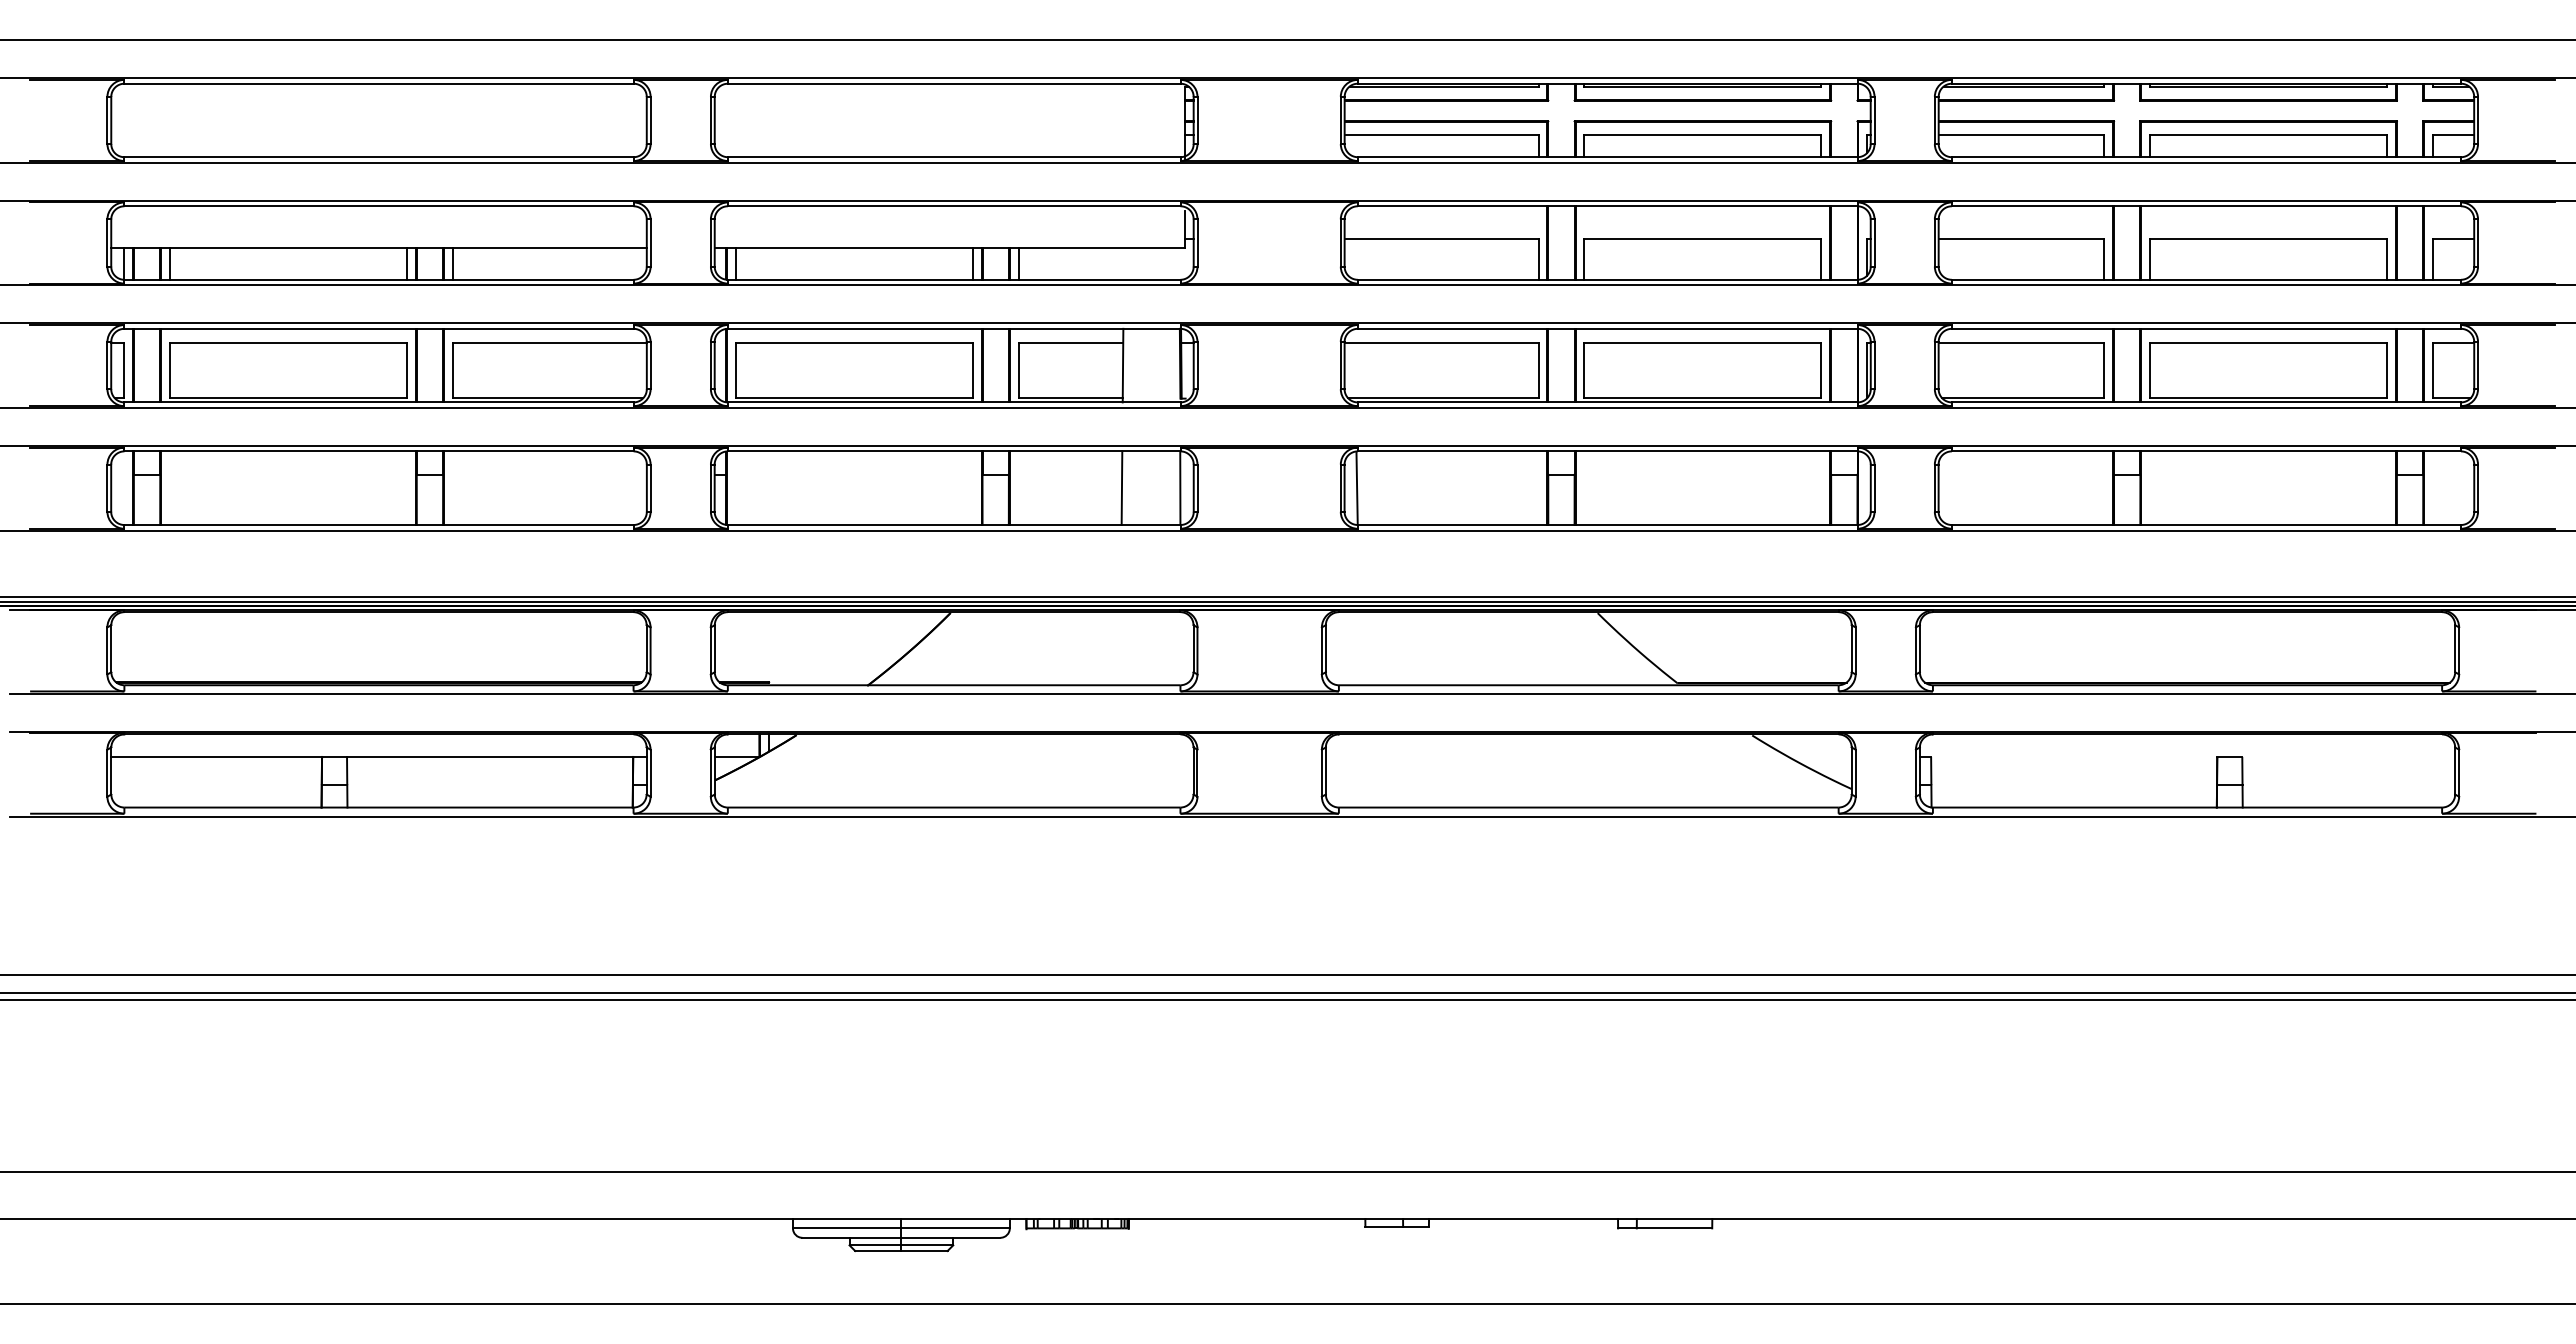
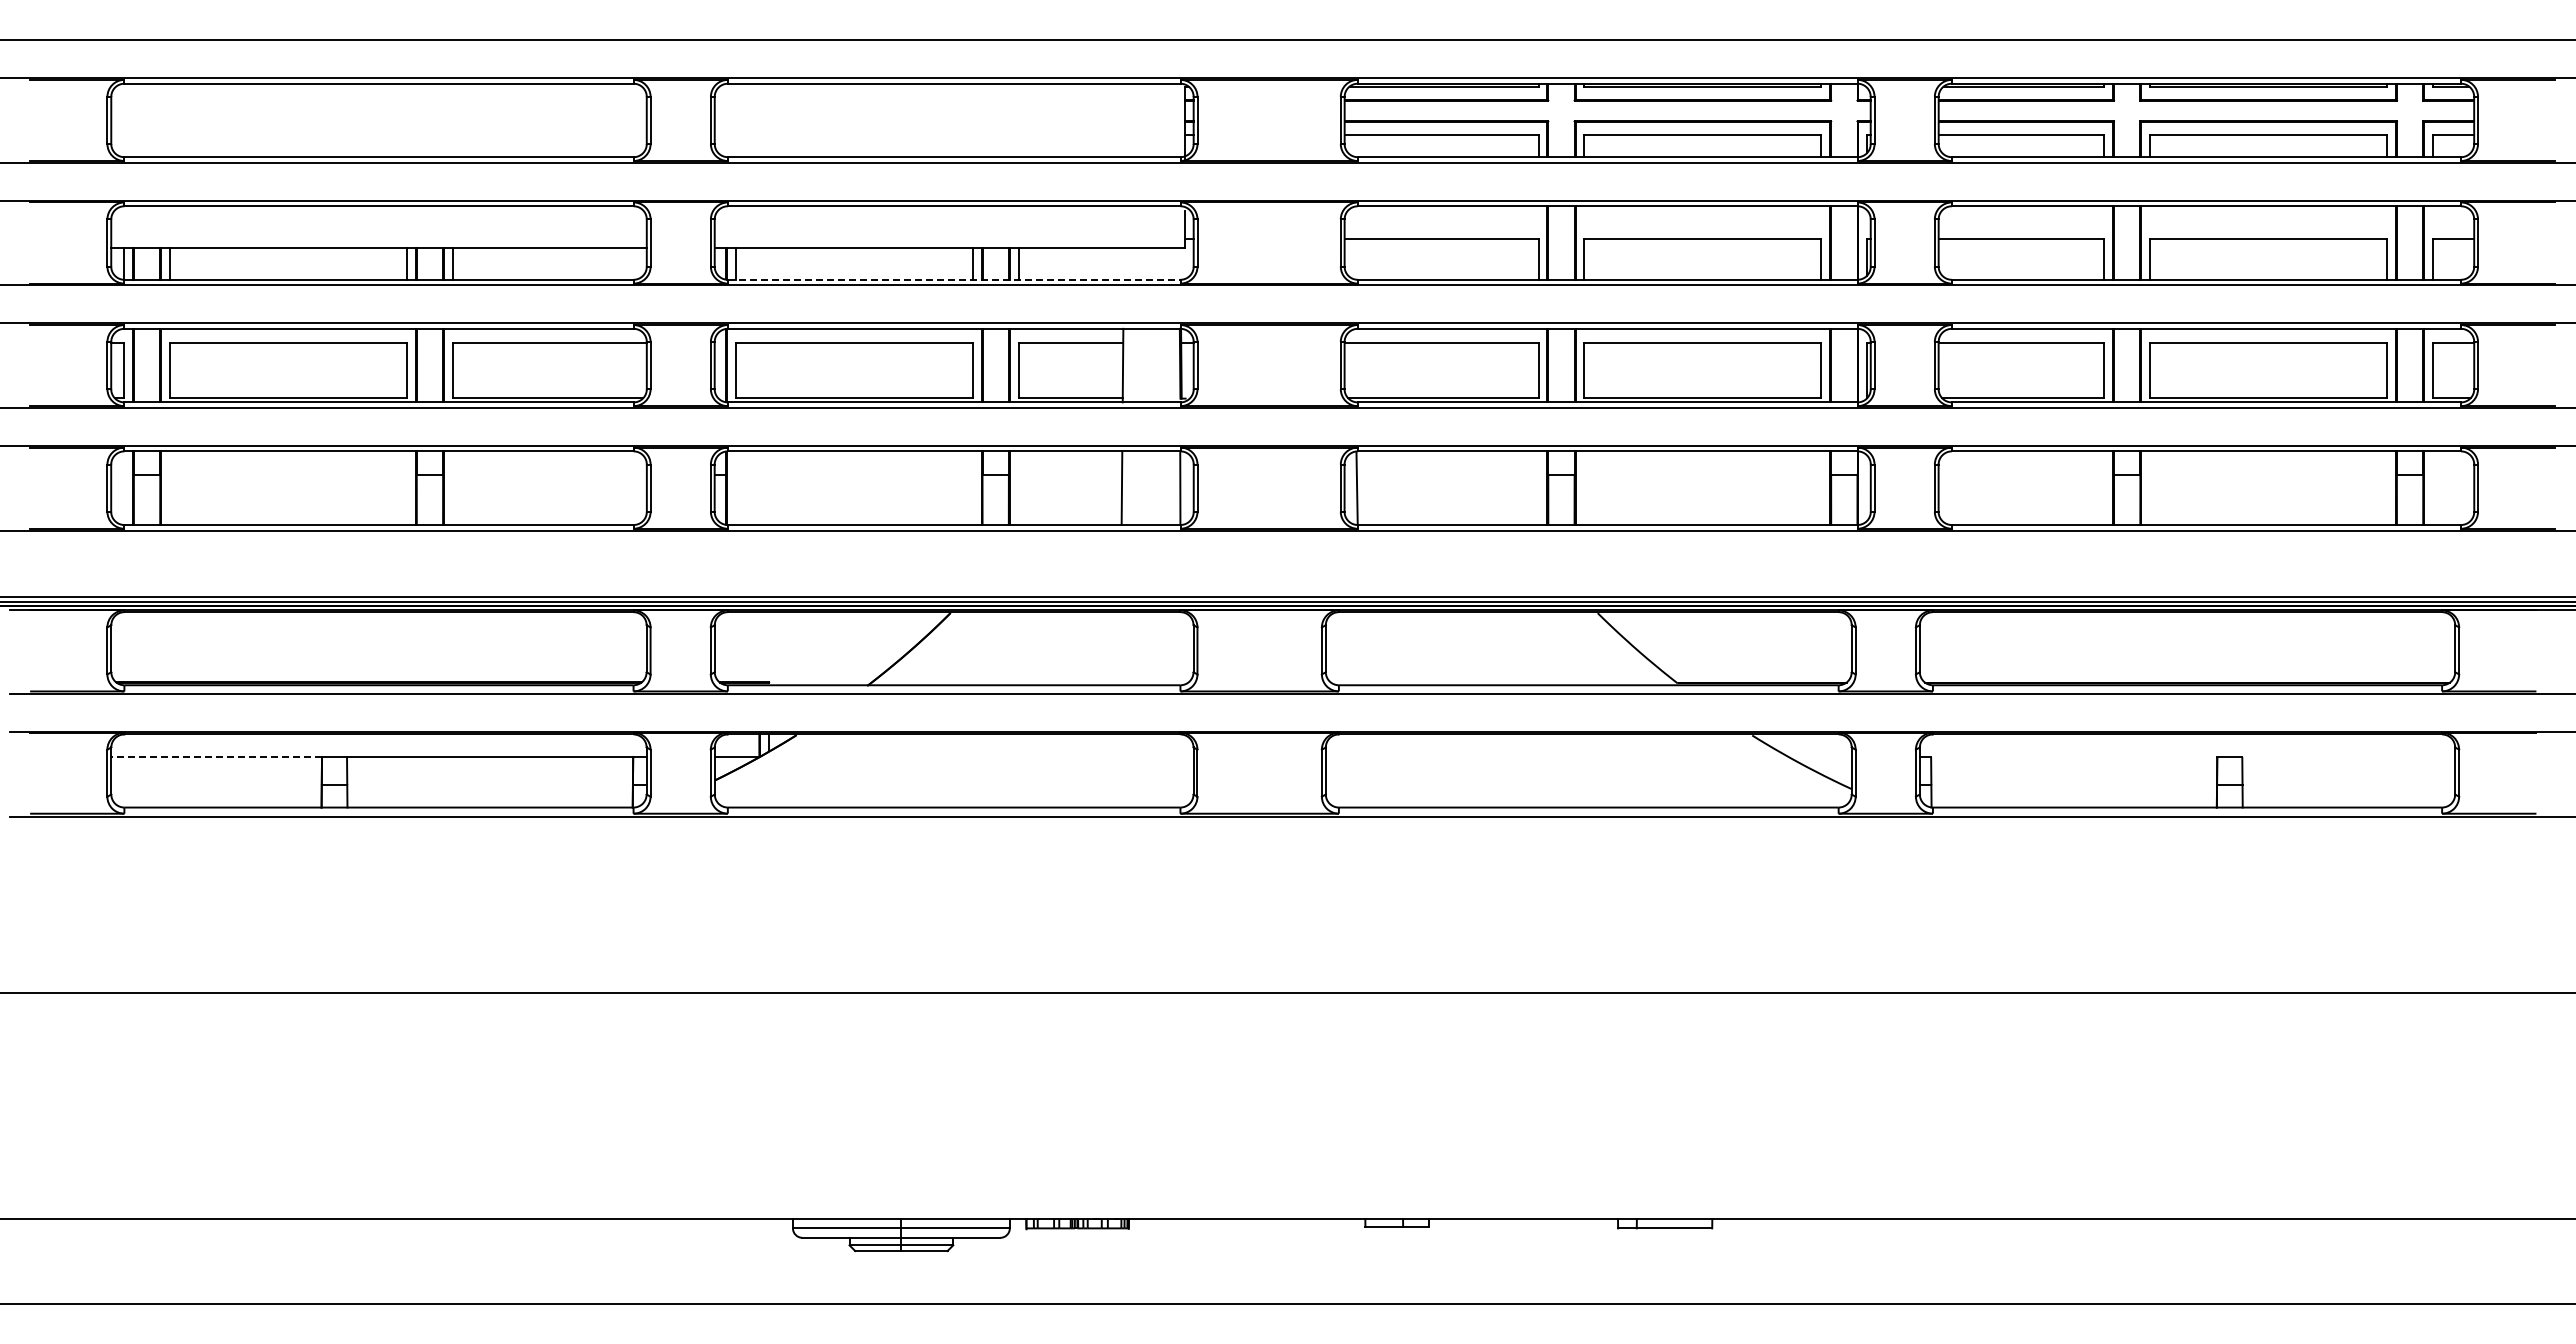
line at (954, 279): solid -> dashed
line at (216, 756): solid -> dashed
line at (1287, 975): present -> none
line at (1287, 1000): present -> none
line at (1287, 1172): present -> none
